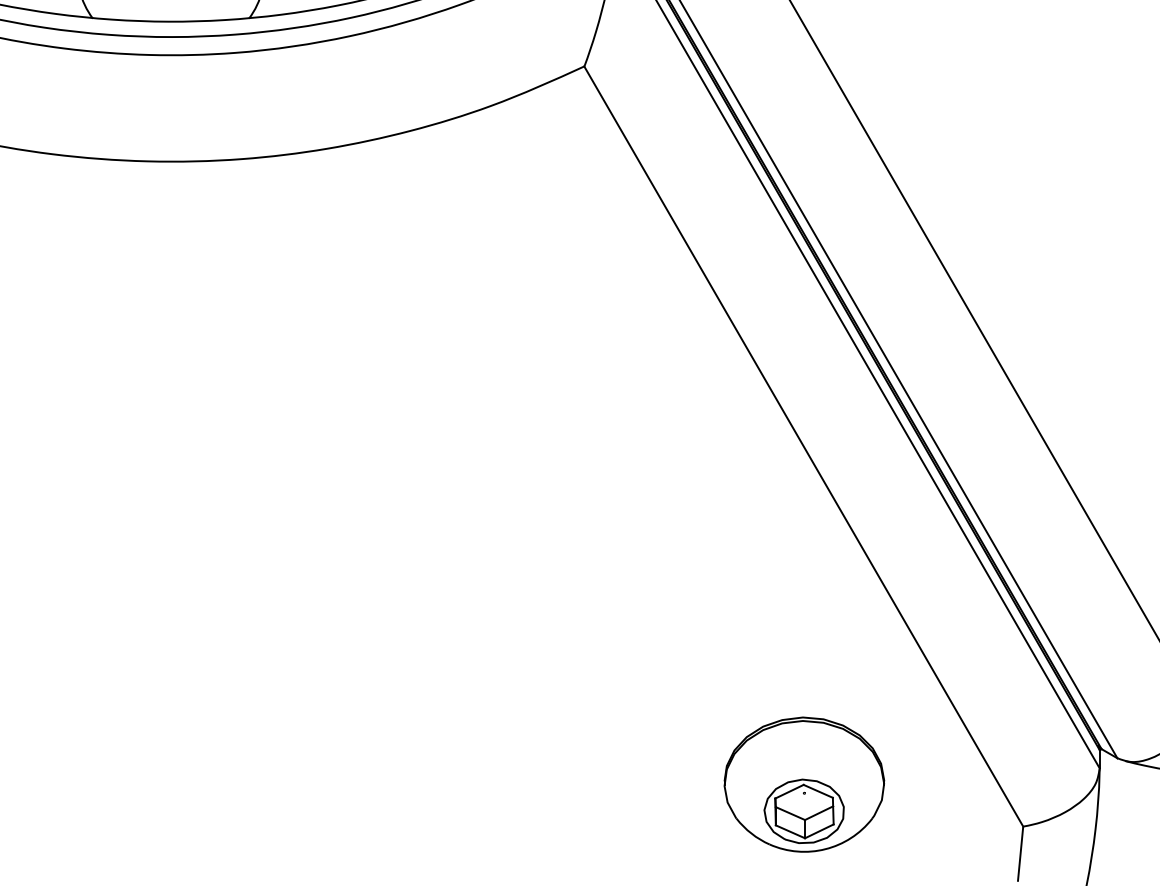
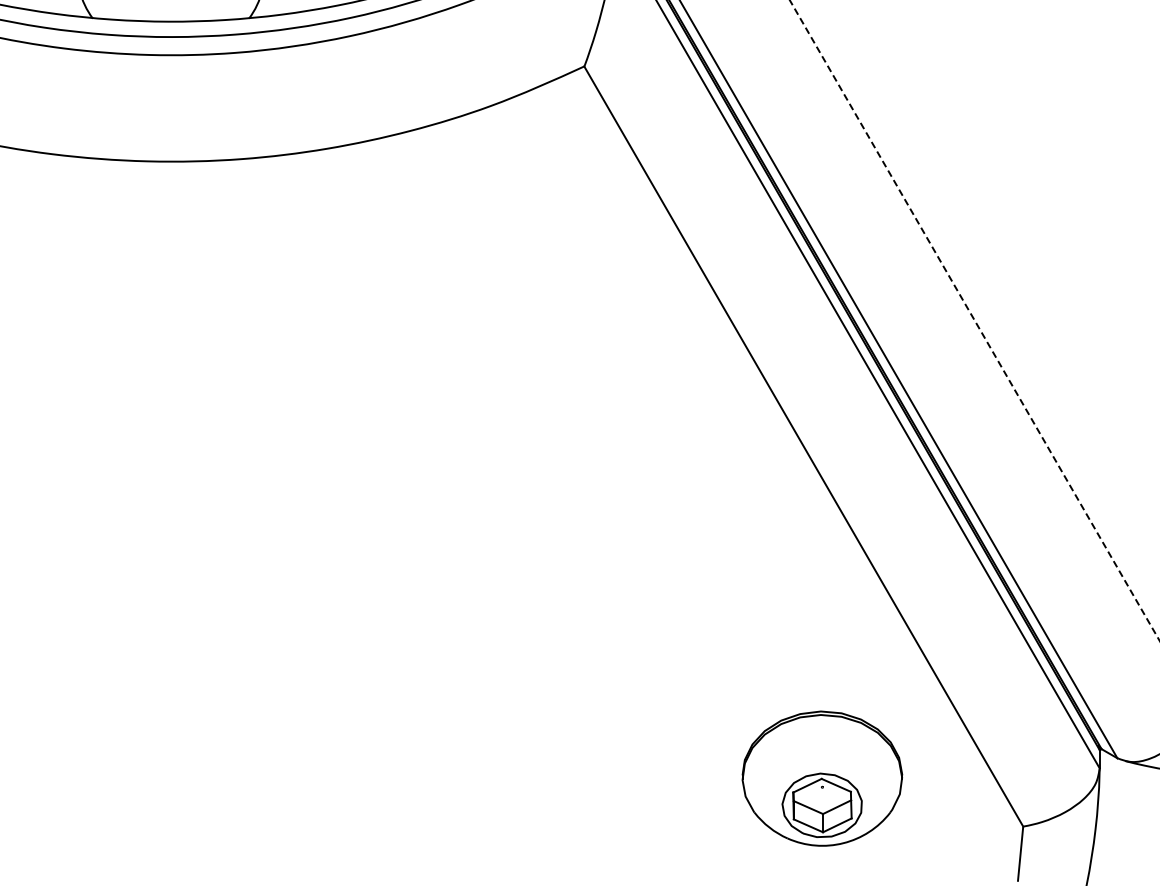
line at (975, 321): solid -> dashed
part at (804, 784) position: (804, 784) -> (822, 778)
